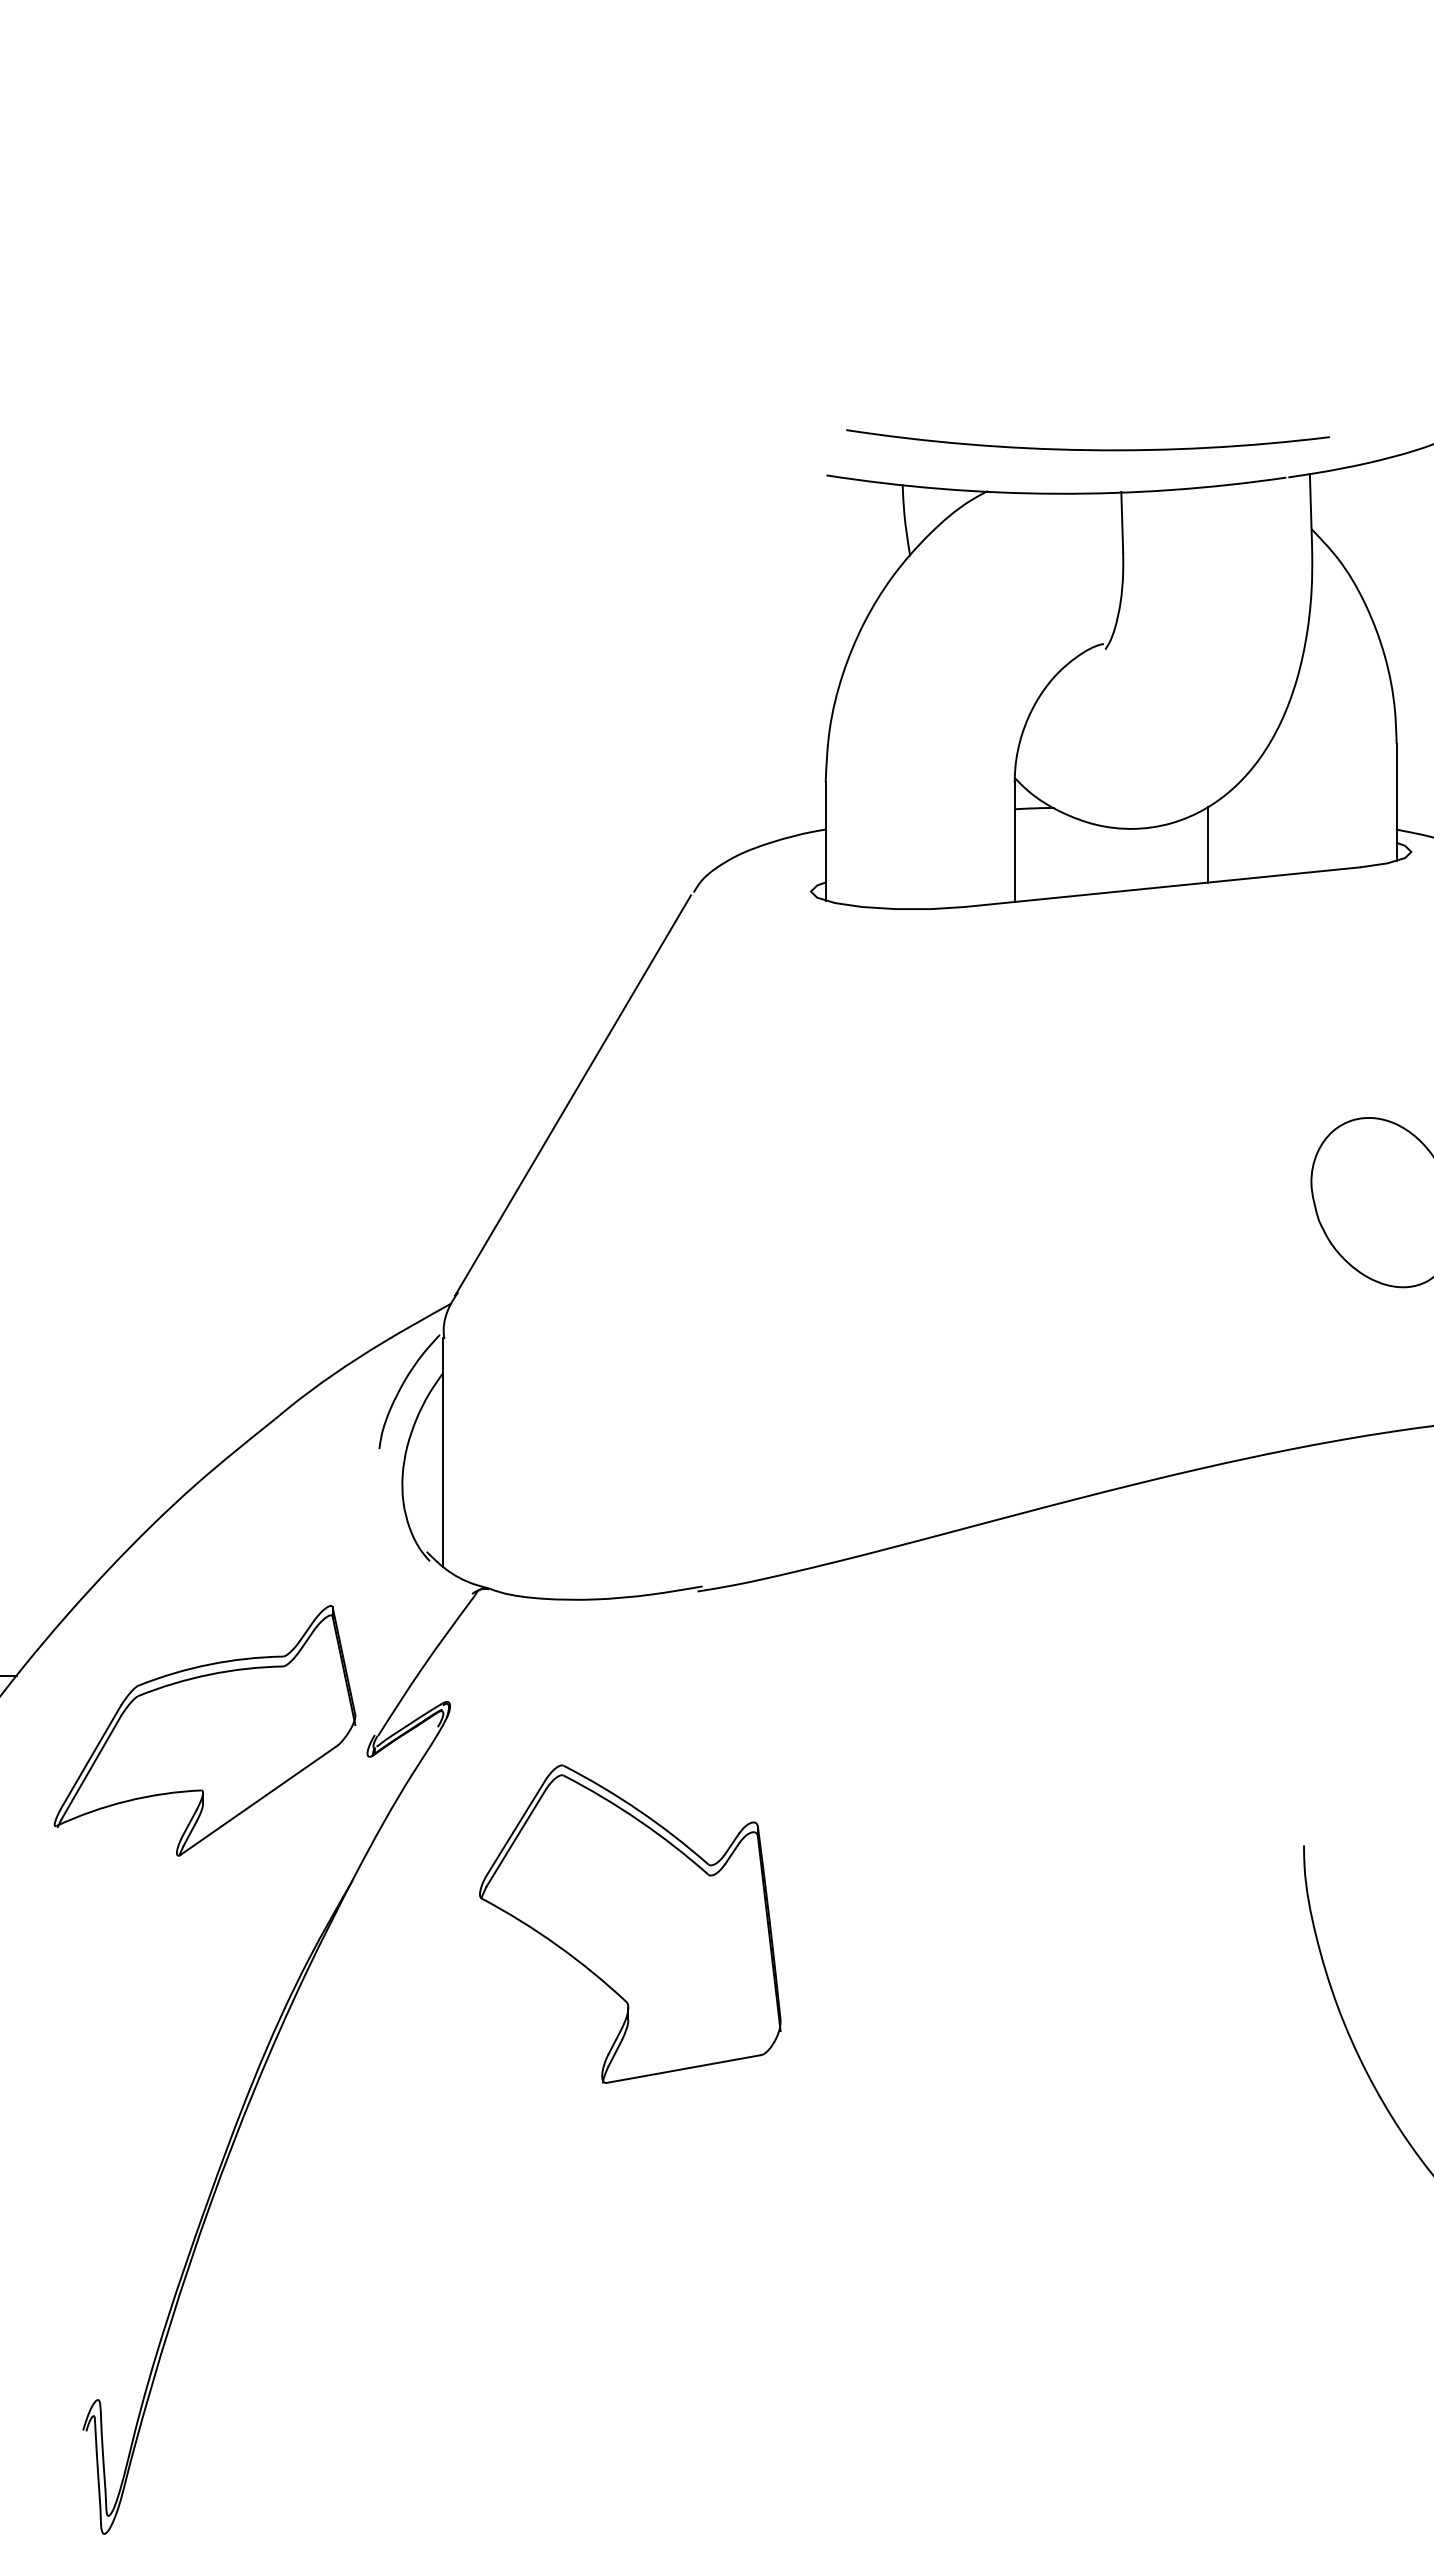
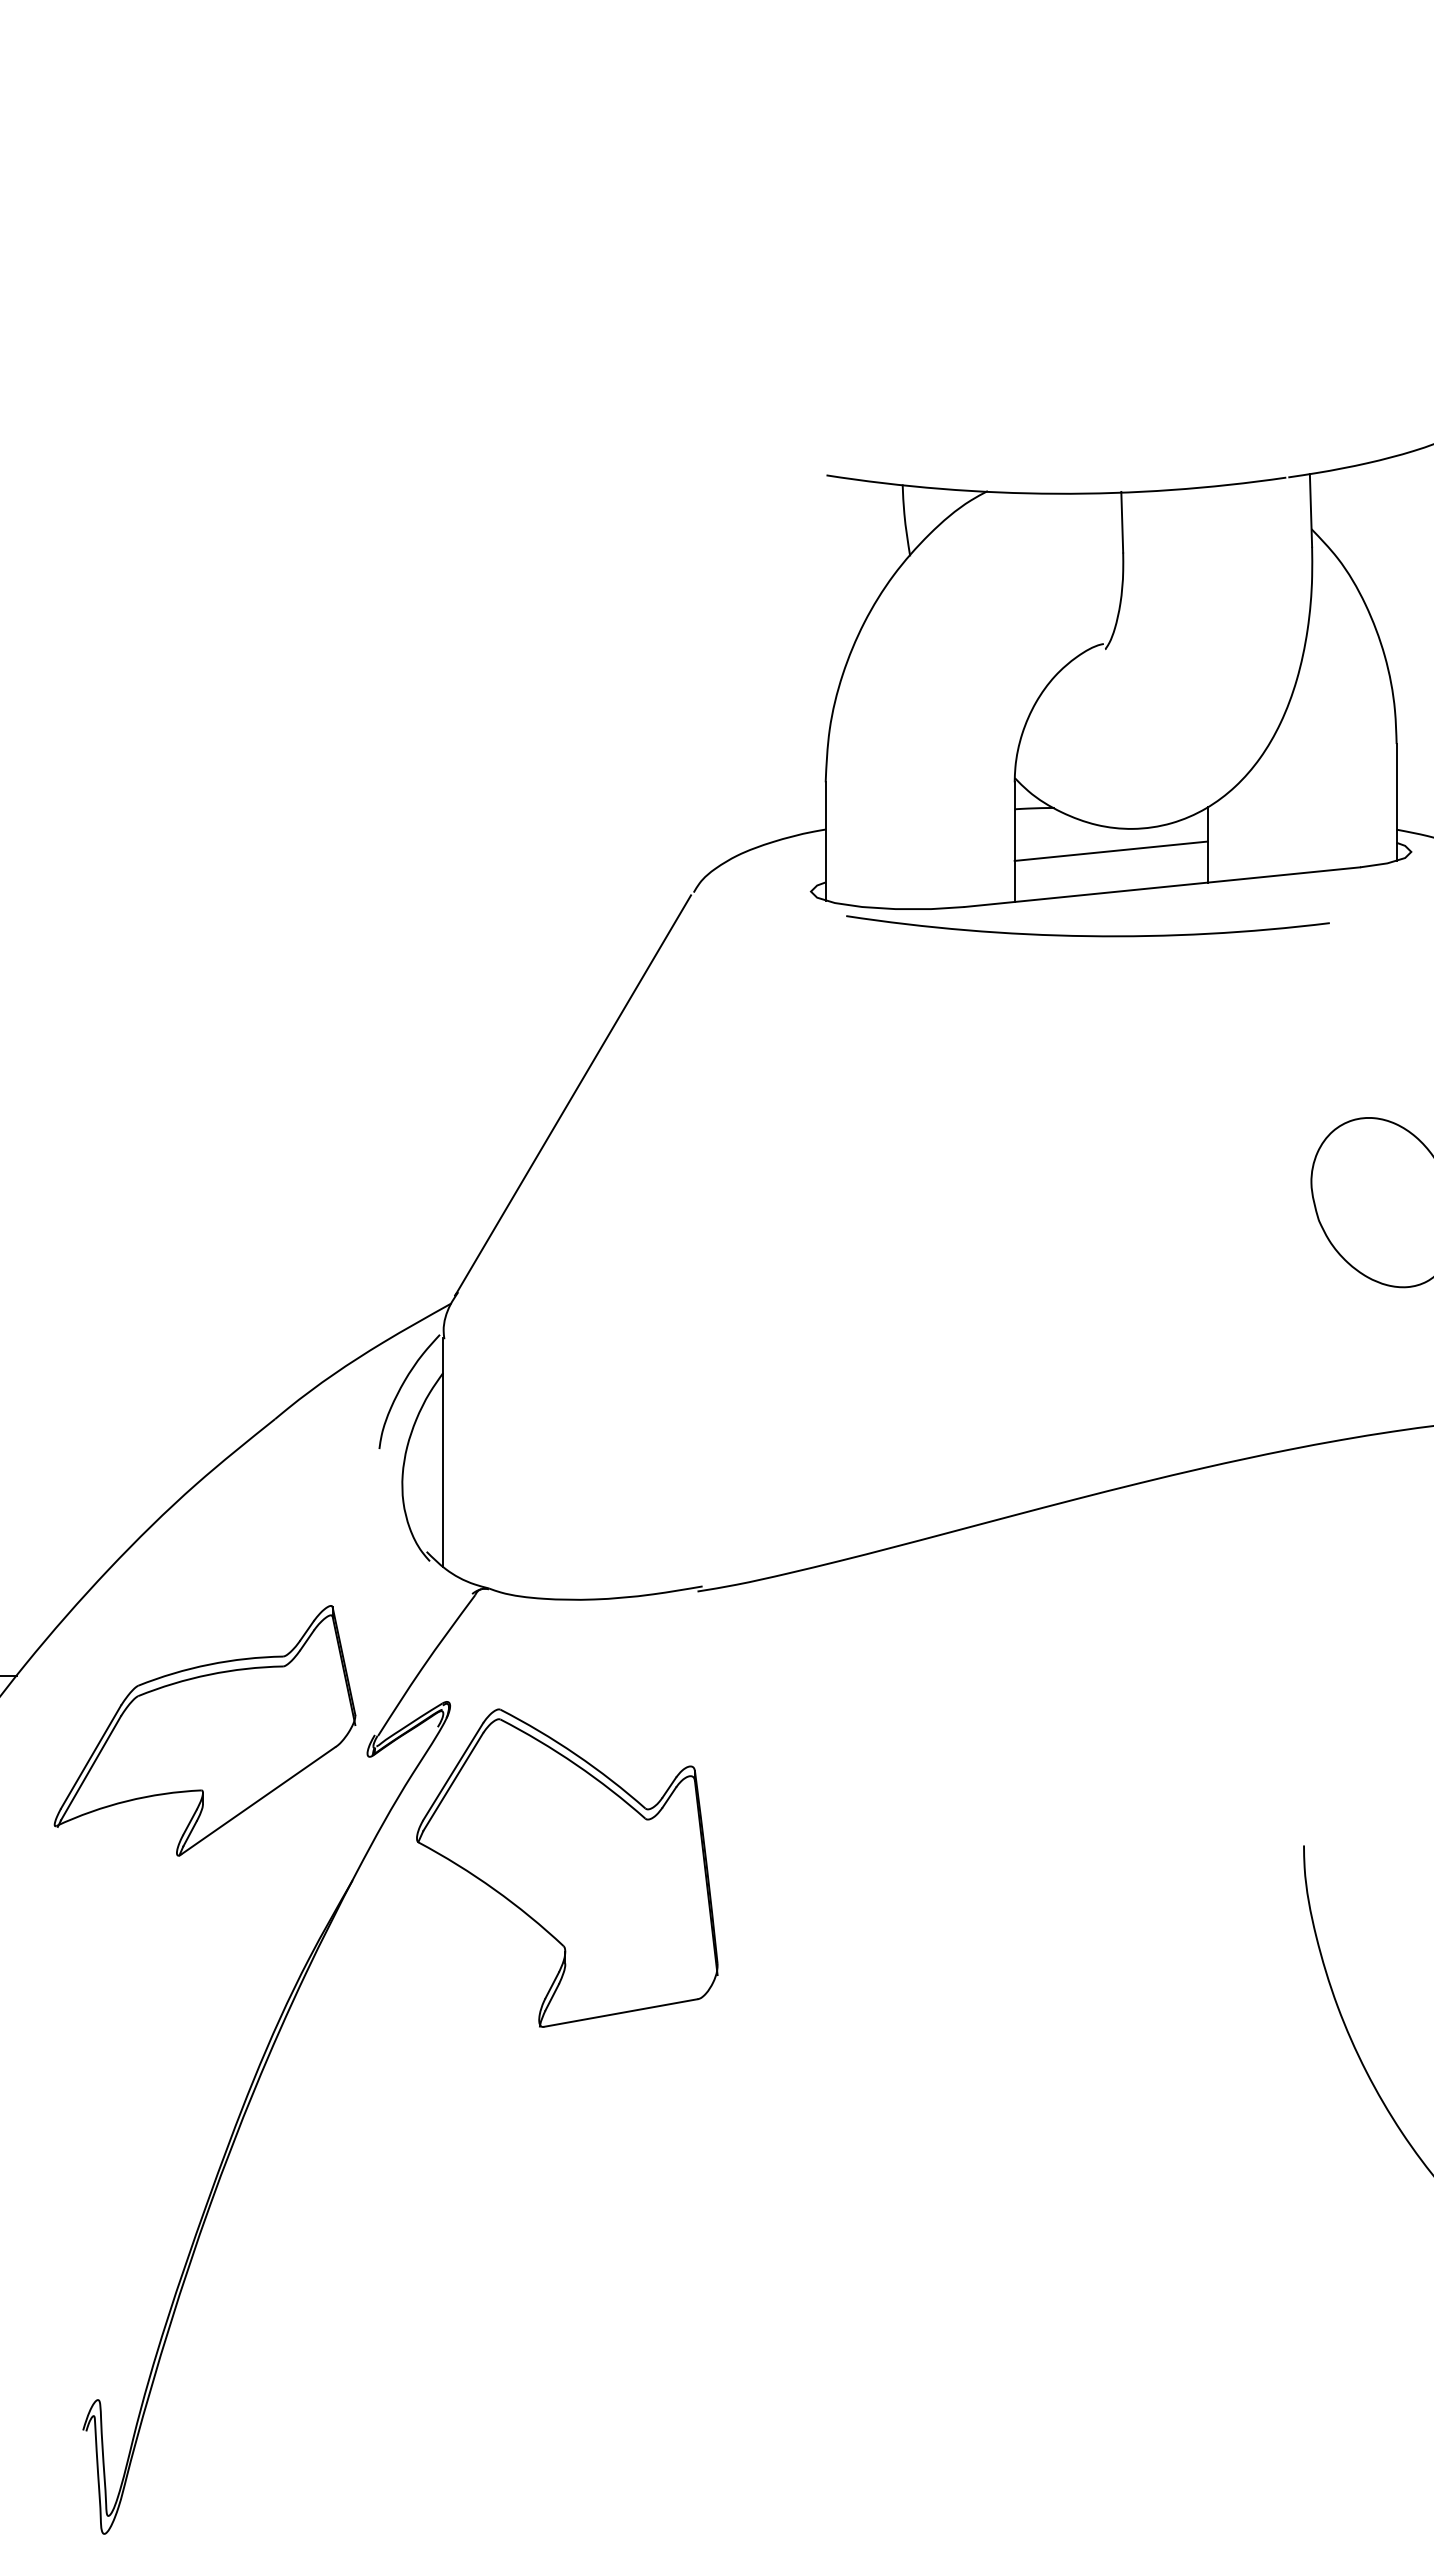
arc at (1087, 449) position: (1087, 449) -> (1087, 935)
line at (1110, 850): none -> present
part at (630, 1923) position: (630, 1923) -> (567, 1867)
